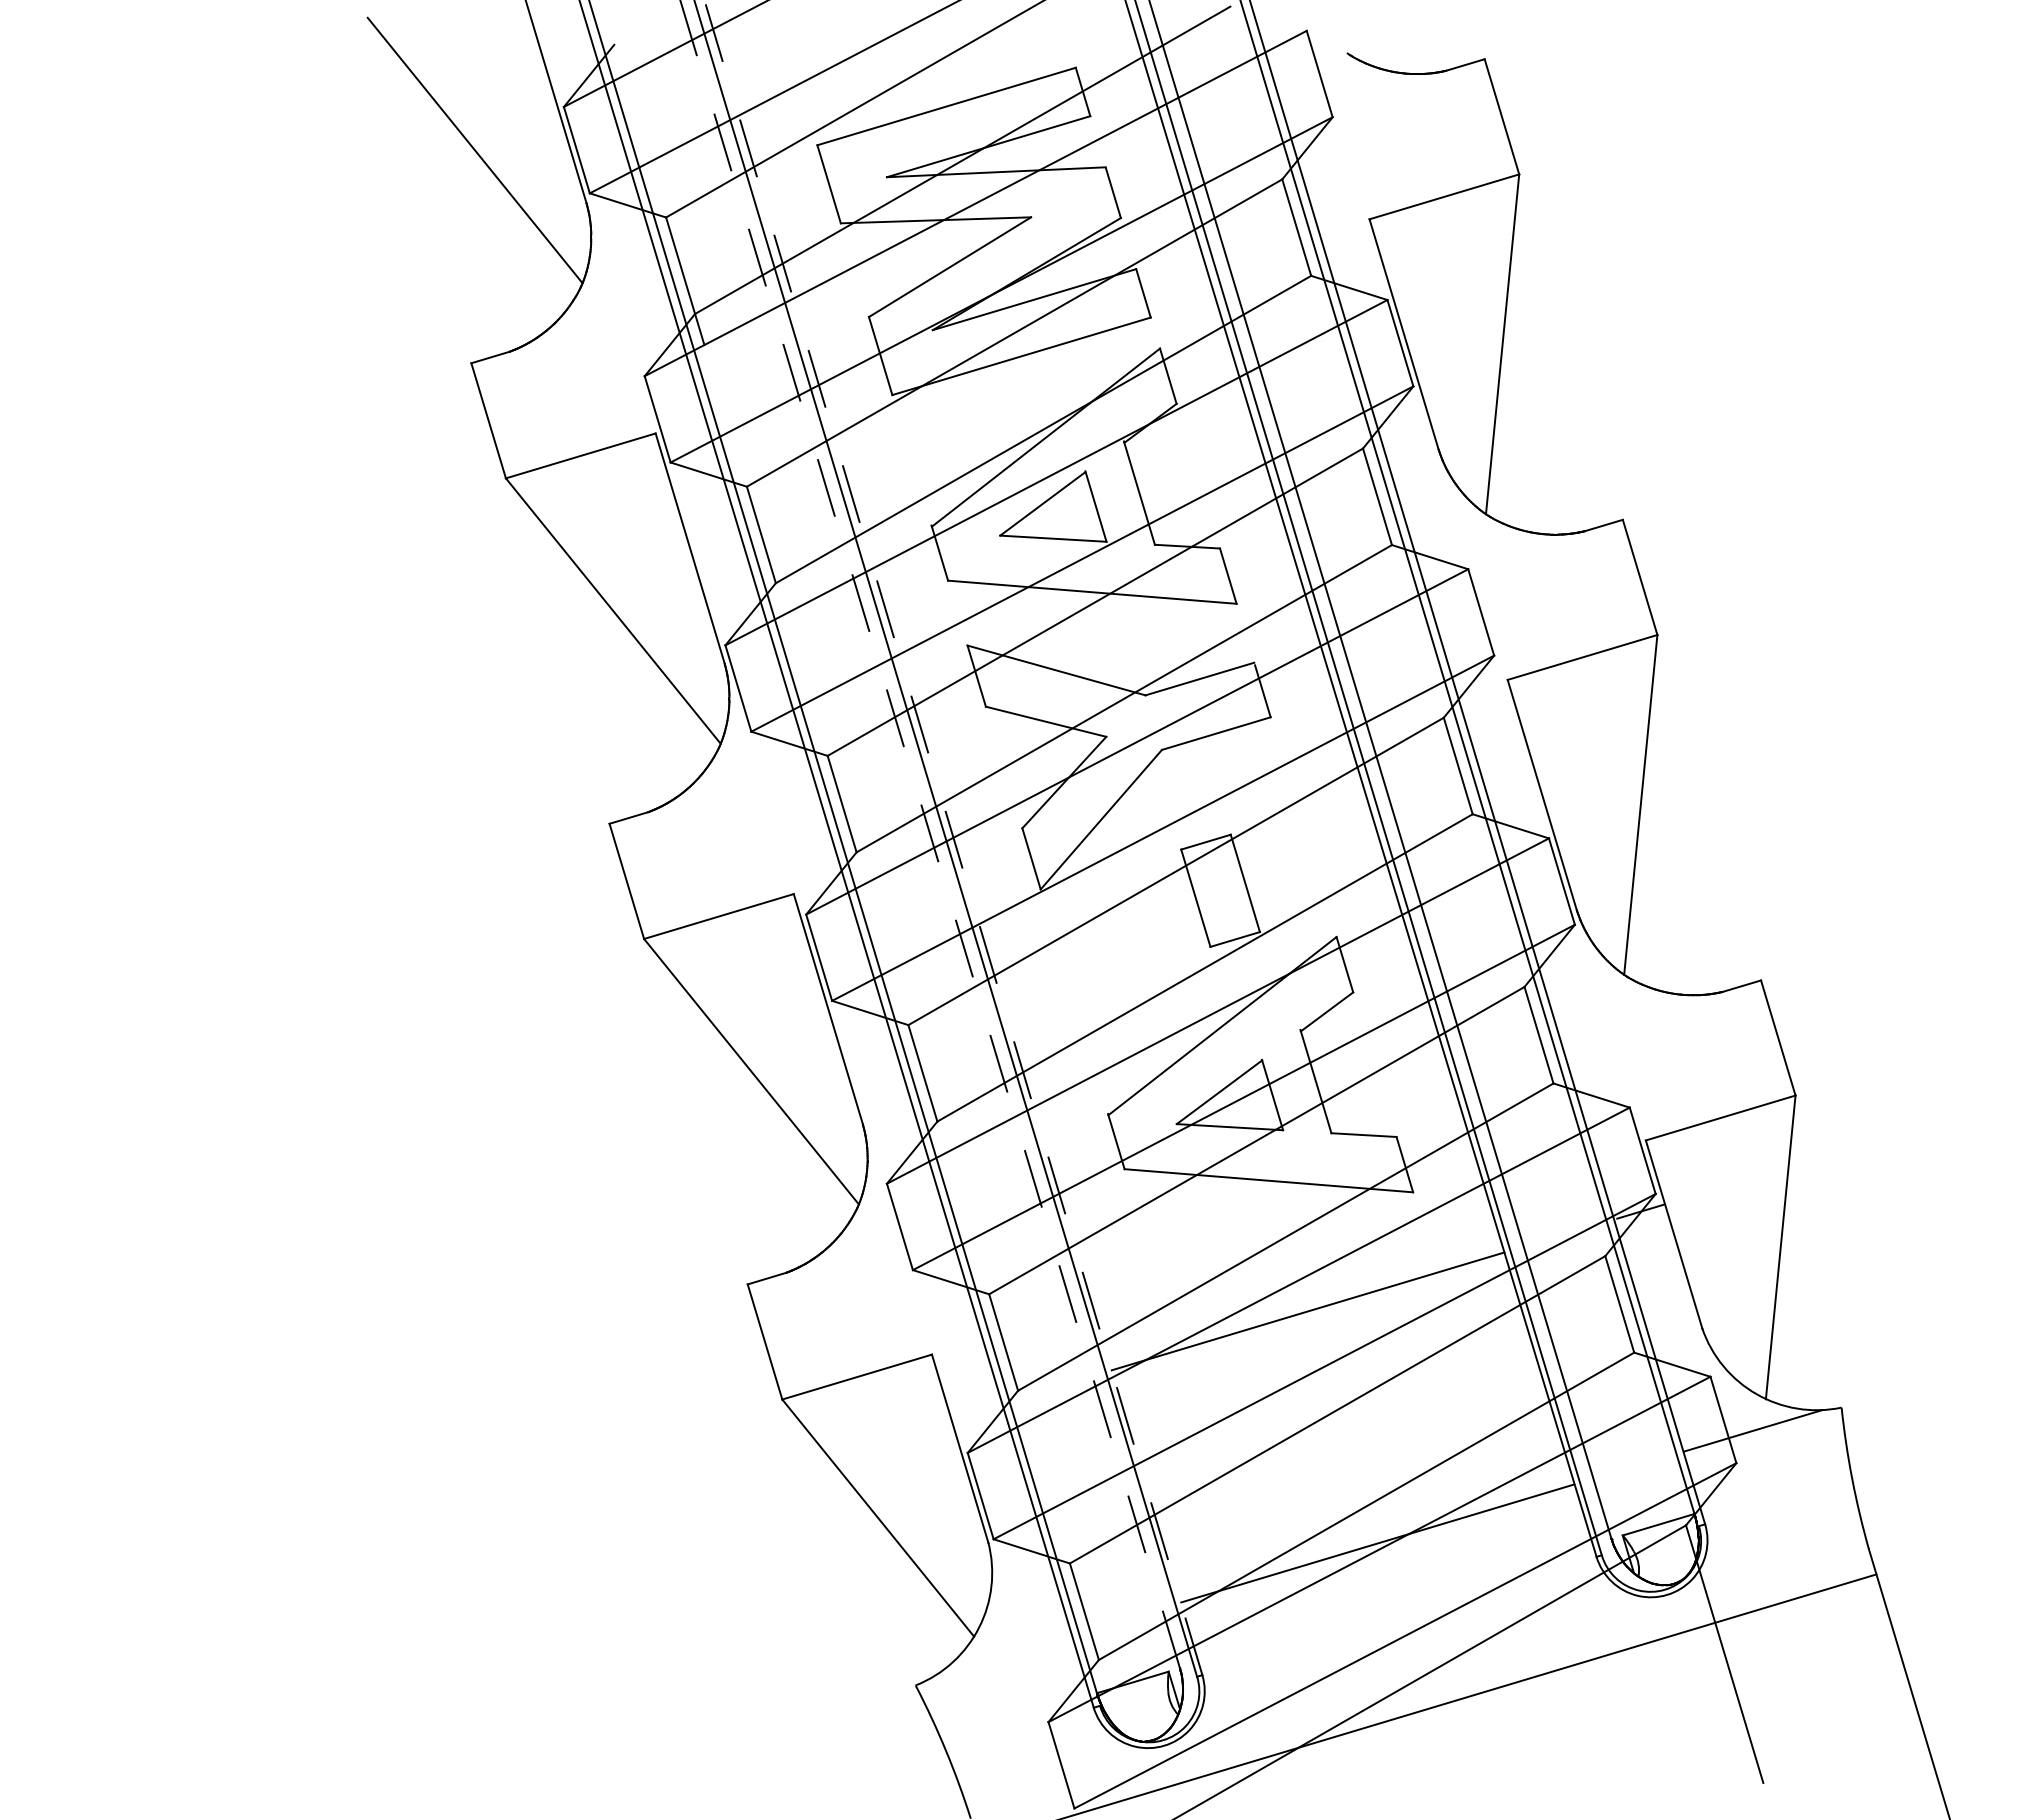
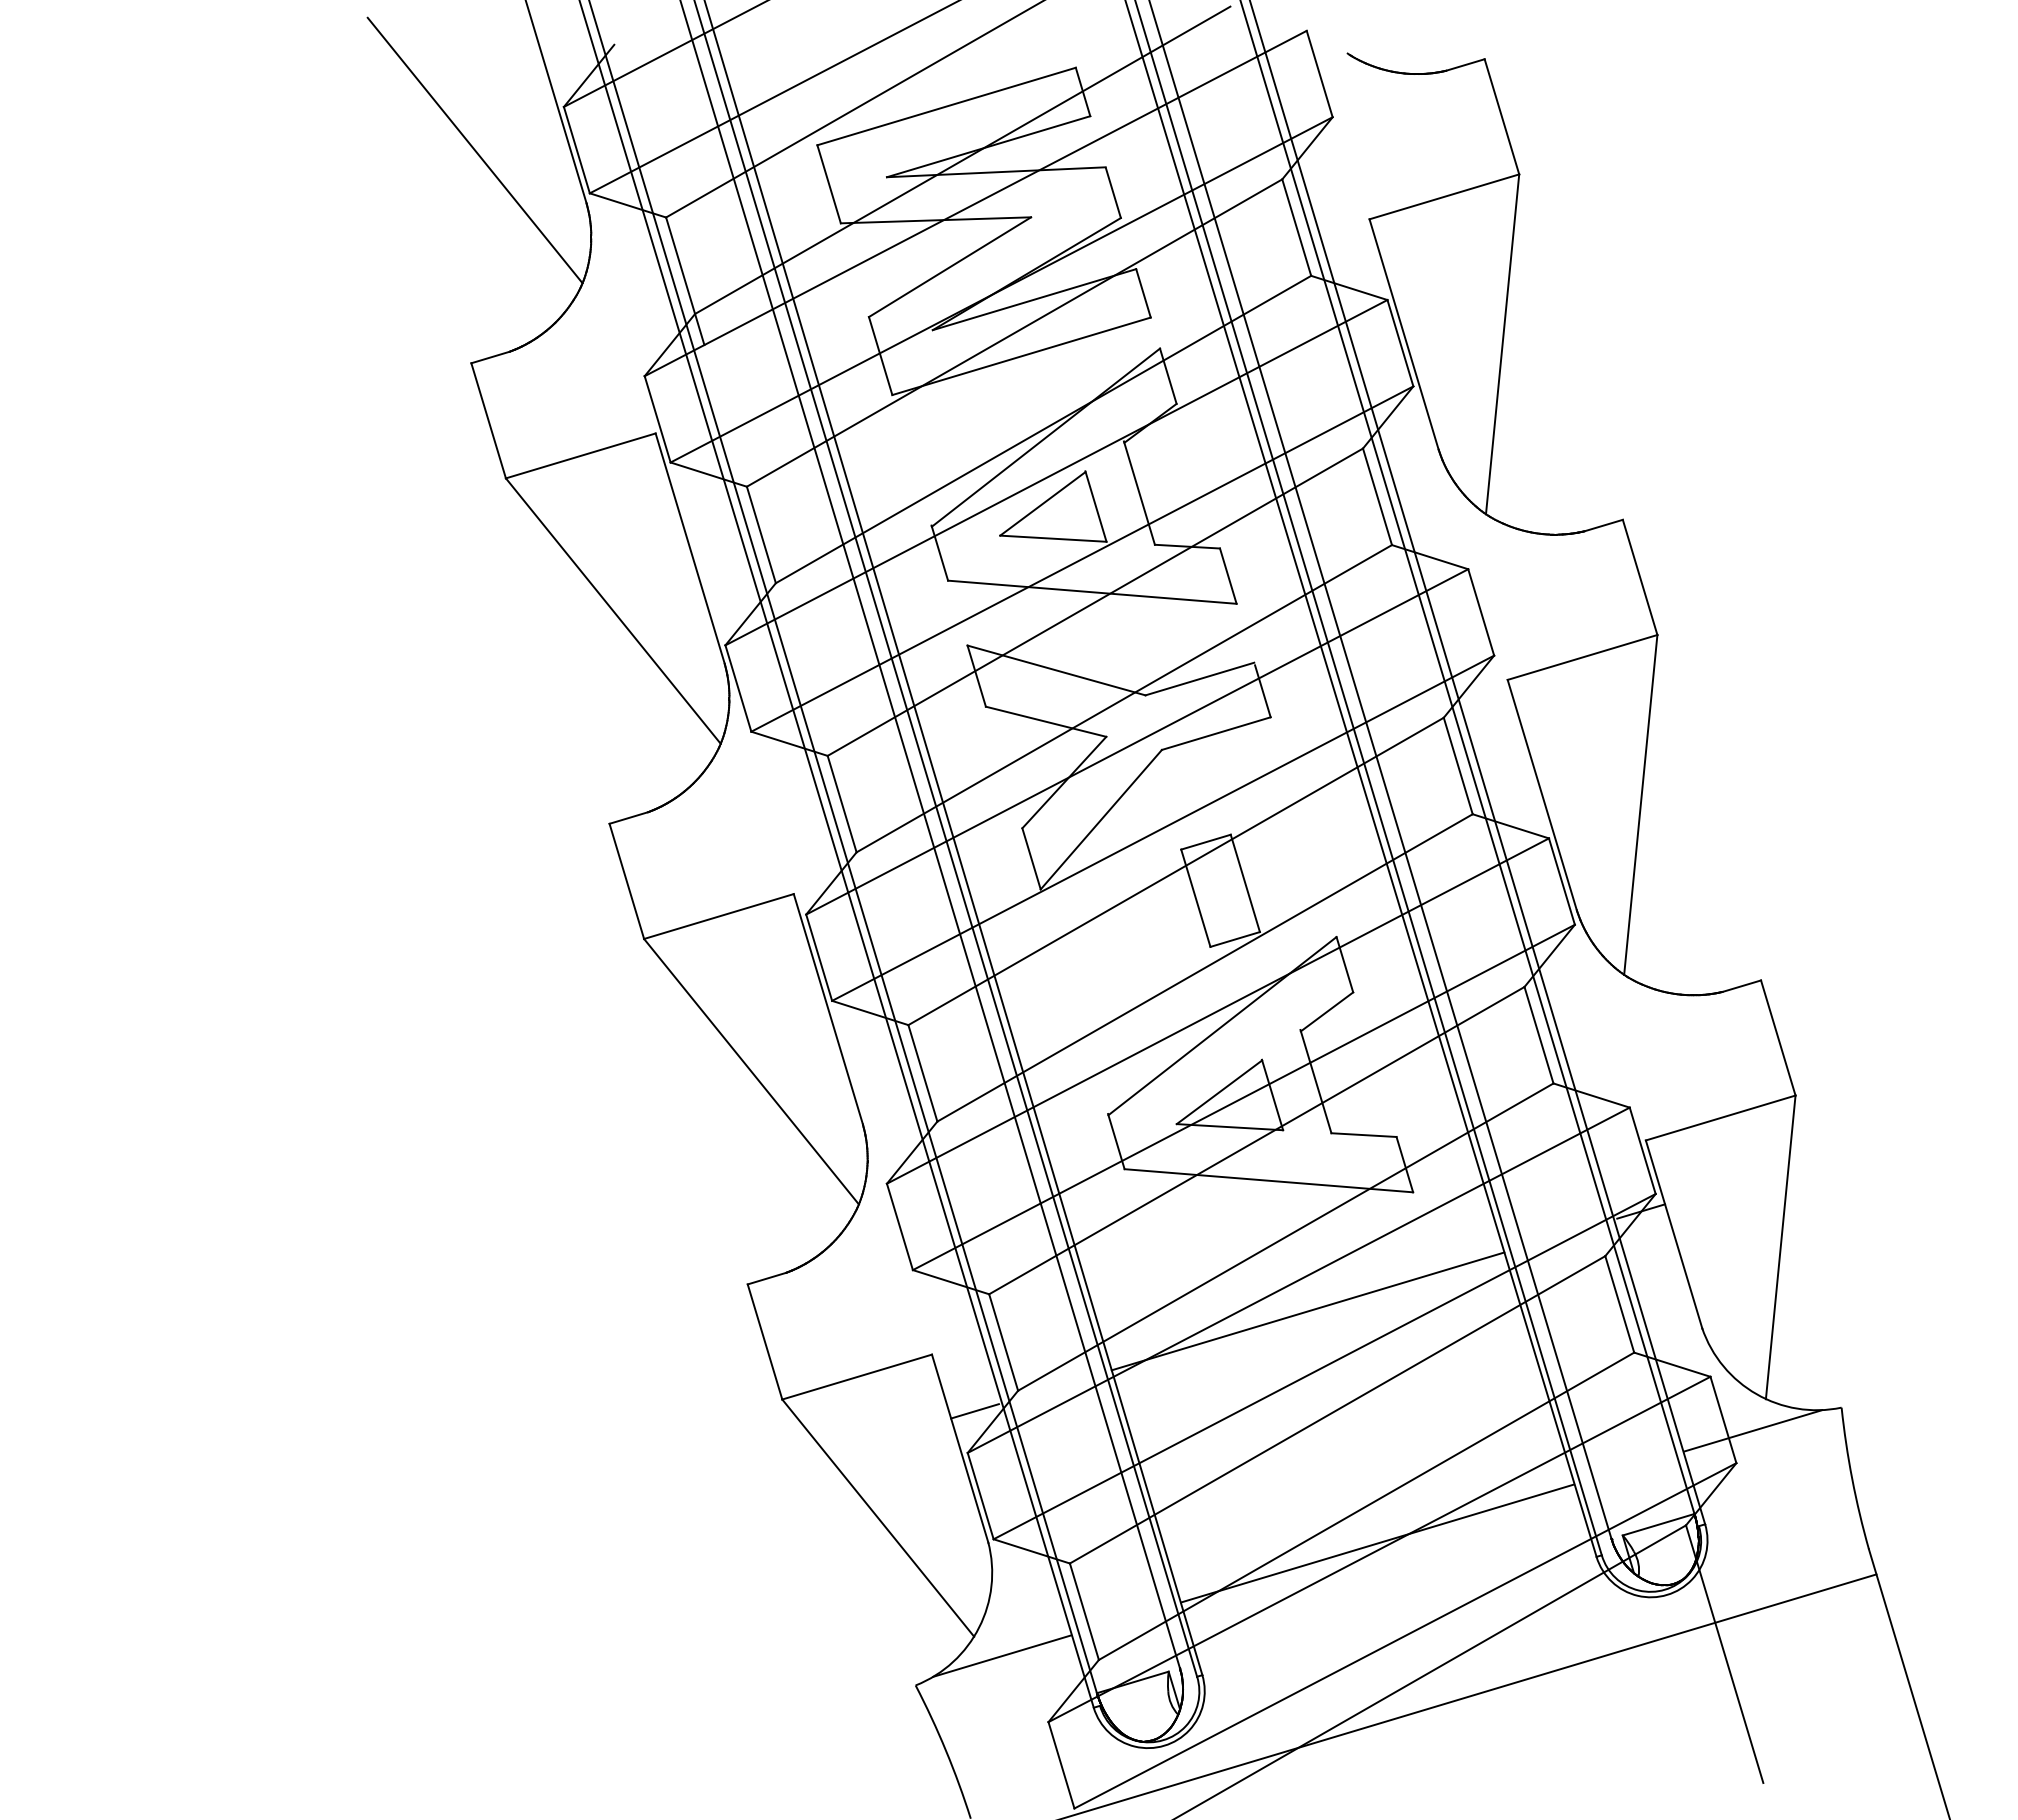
line at (930, 834): dashed -> solid
line at (953, 837): dashed -> solid
line at (974, 1411): none -> present
line at (1002, 1655): none -> present
